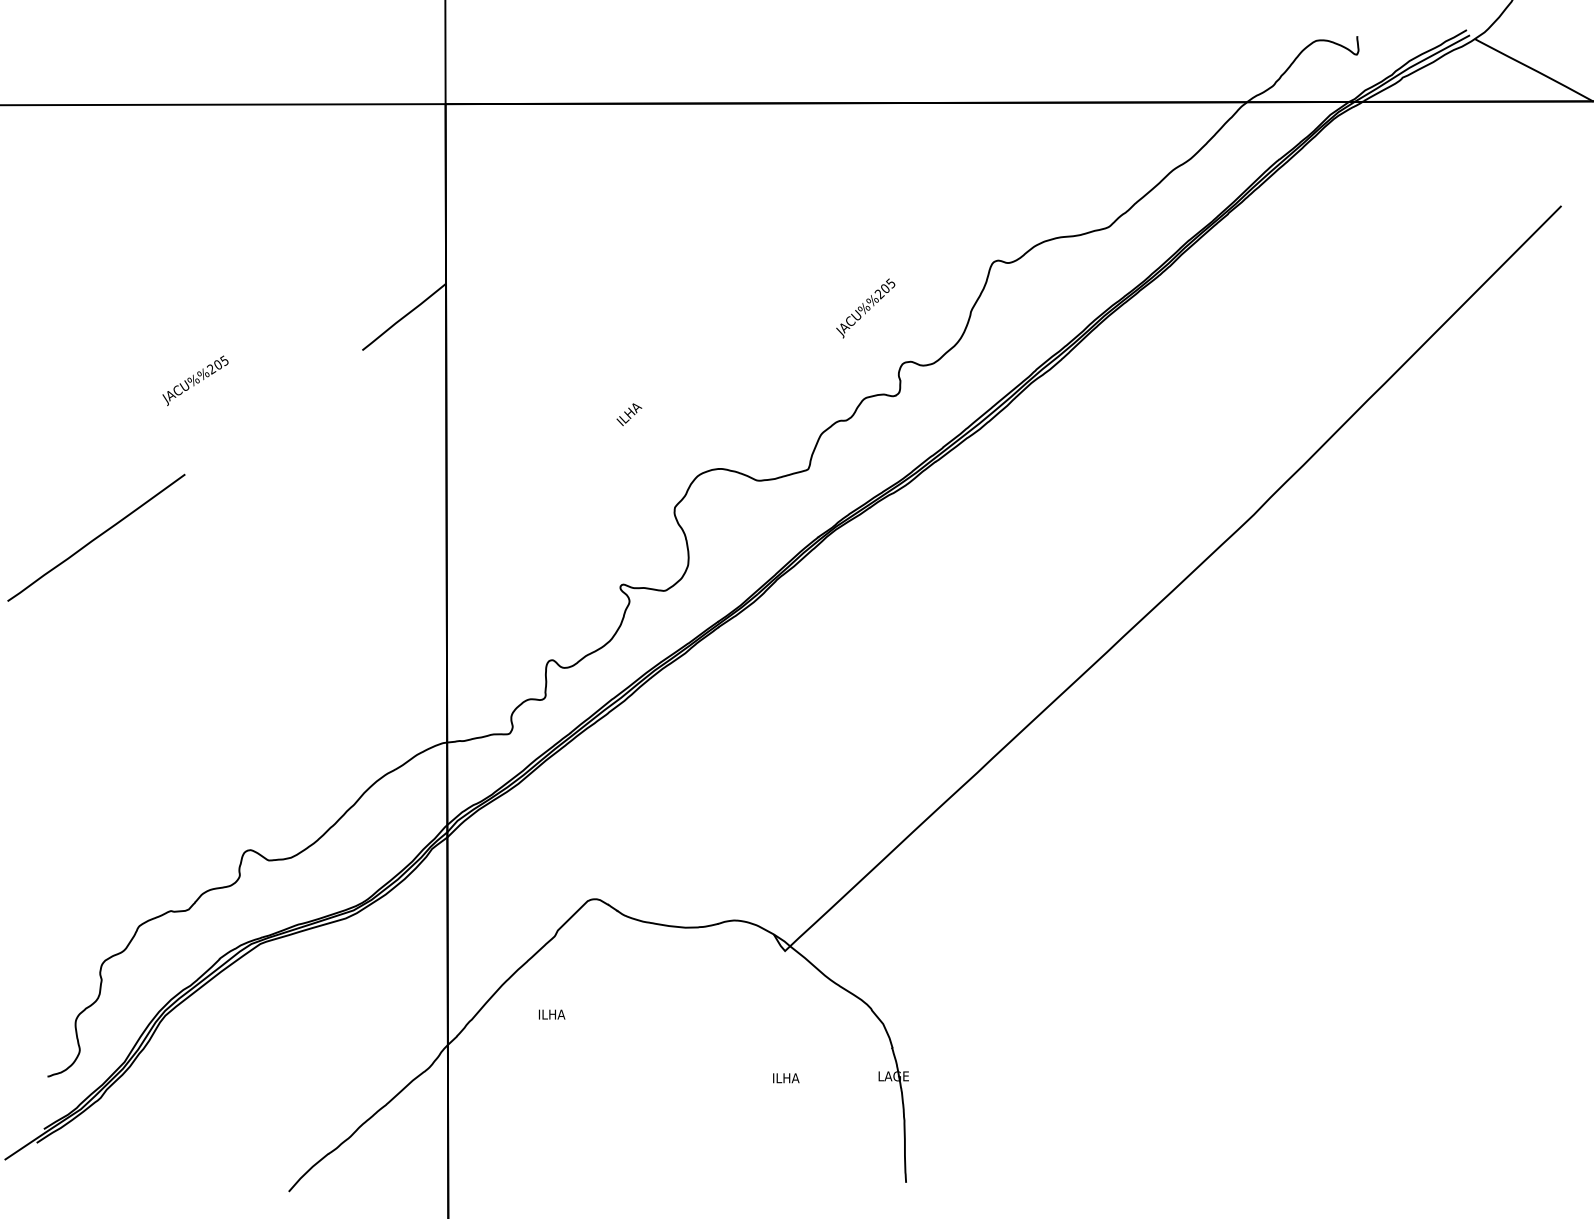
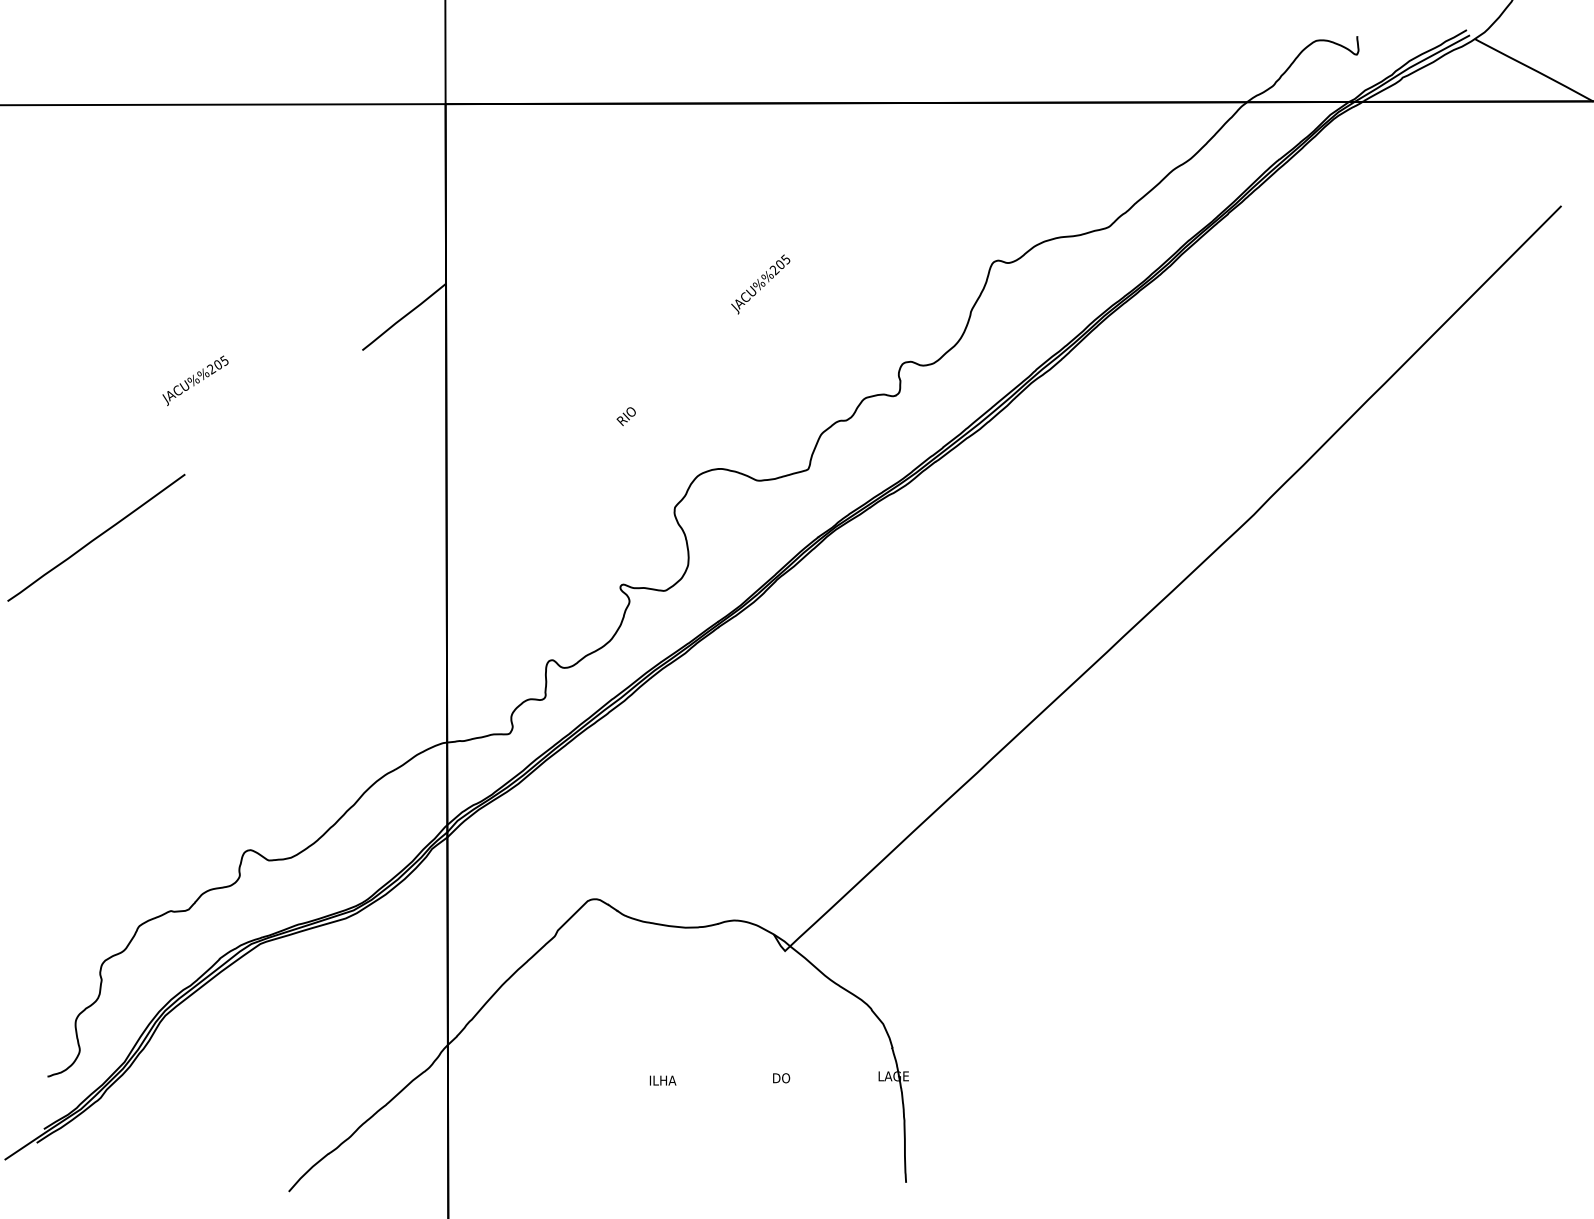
text at (865, 308) position: (865, 308) -> (760, 284)
text at (629, 413): ILHA -> RIO
text at (552, 1014) position: (552, 1014) -> (663, 1080)
text at (786, 1078): ILHA -> DO
